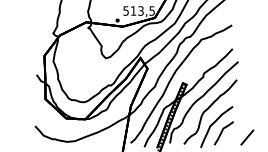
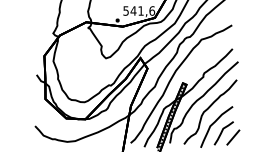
text at (142, 10): 513,5 -> 541,6
line at (247, 137) position: (247, 137) -> (233, 137)
